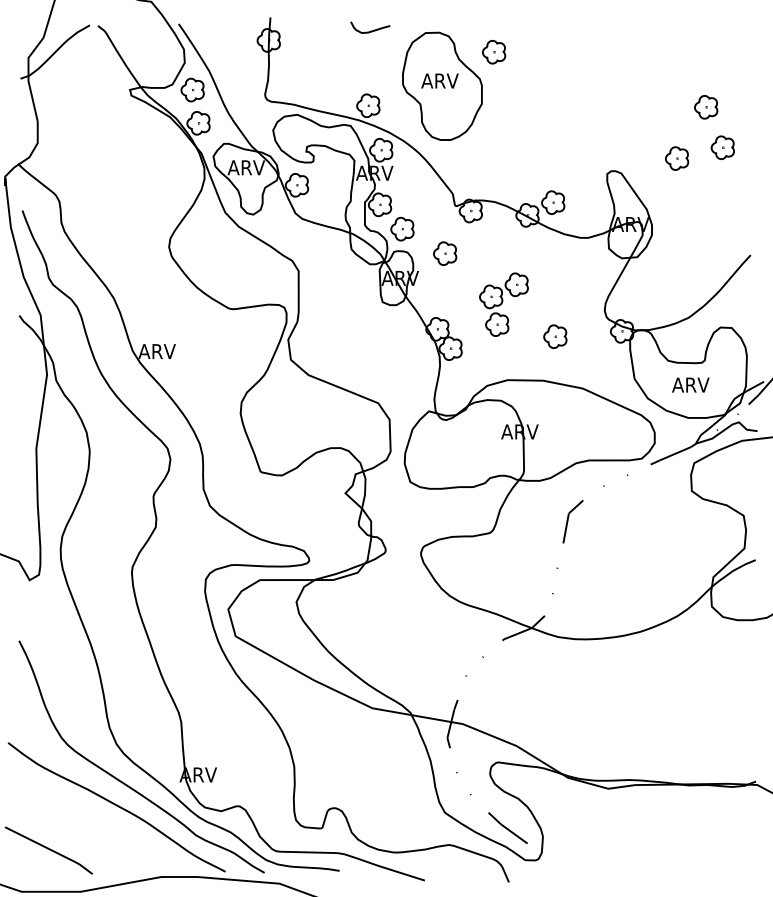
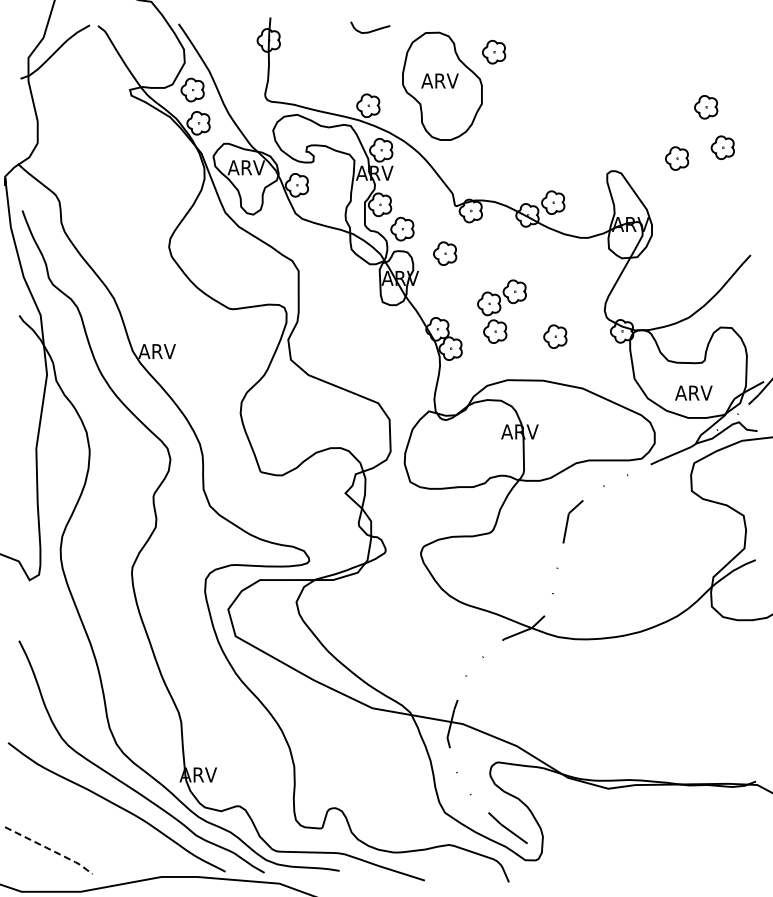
part at (503, 304) position: (503, 304) -> (501, 311)
text at (690, 384) position: (690, 384) -> (693, 392)
line at (51, 850): solid -> dashed
